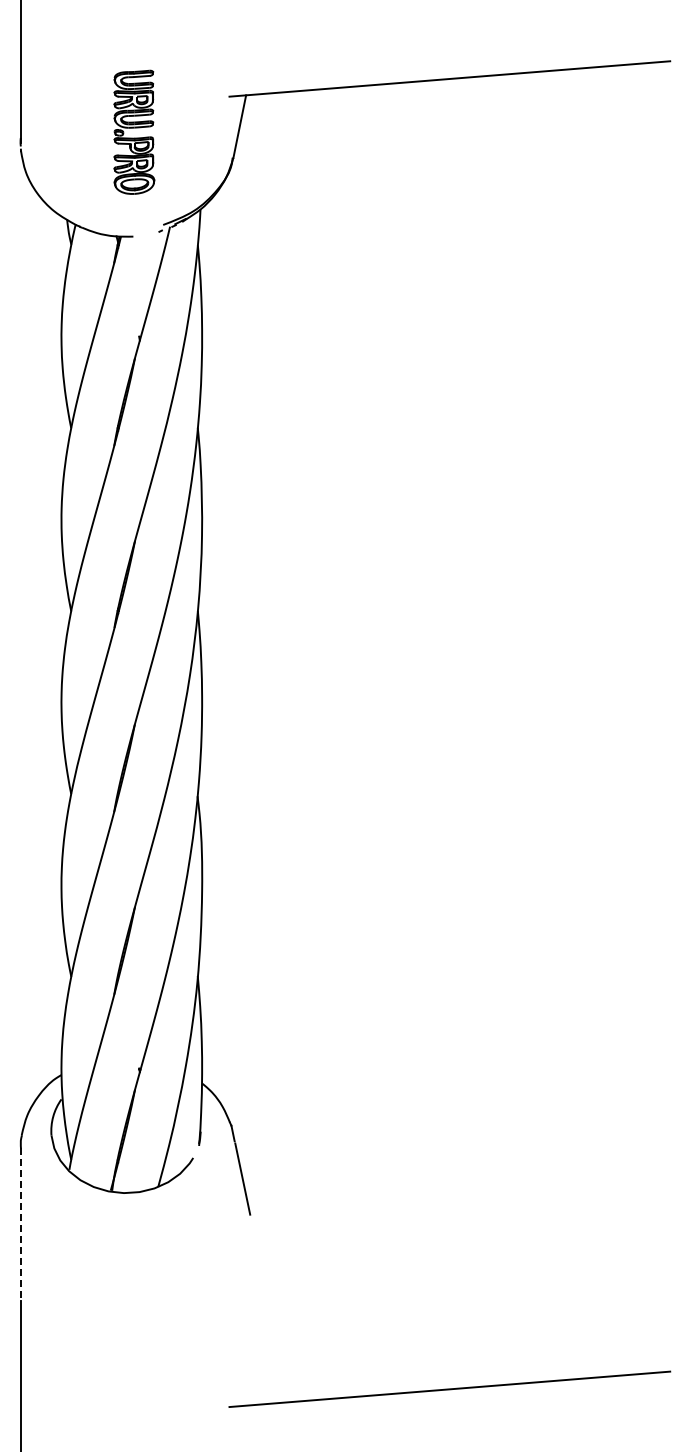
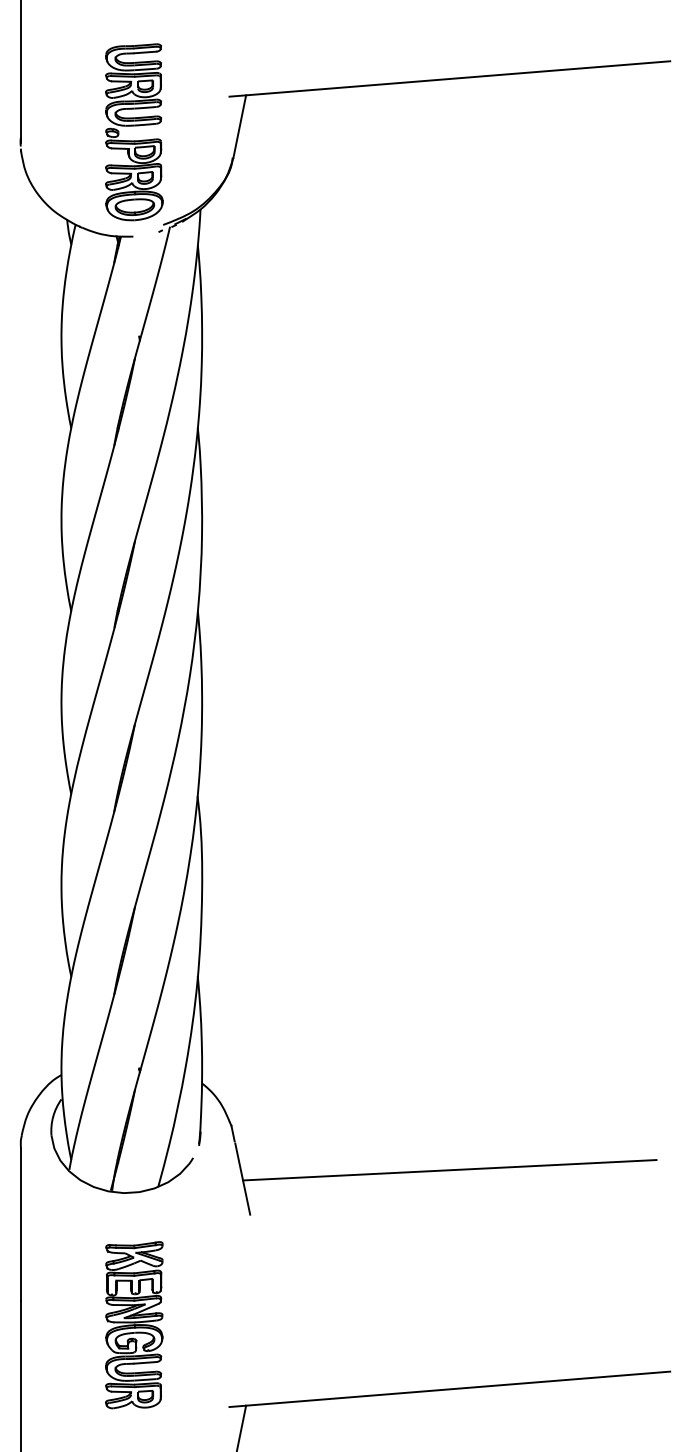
part at (134, 131) size: 43x126 px -> 59x179 px
line at (449, 1170): none -> present
line at (20, 1224): dashed -> solid
part at (134, 1325): none -> present
line at (241, 1426): none -> present
